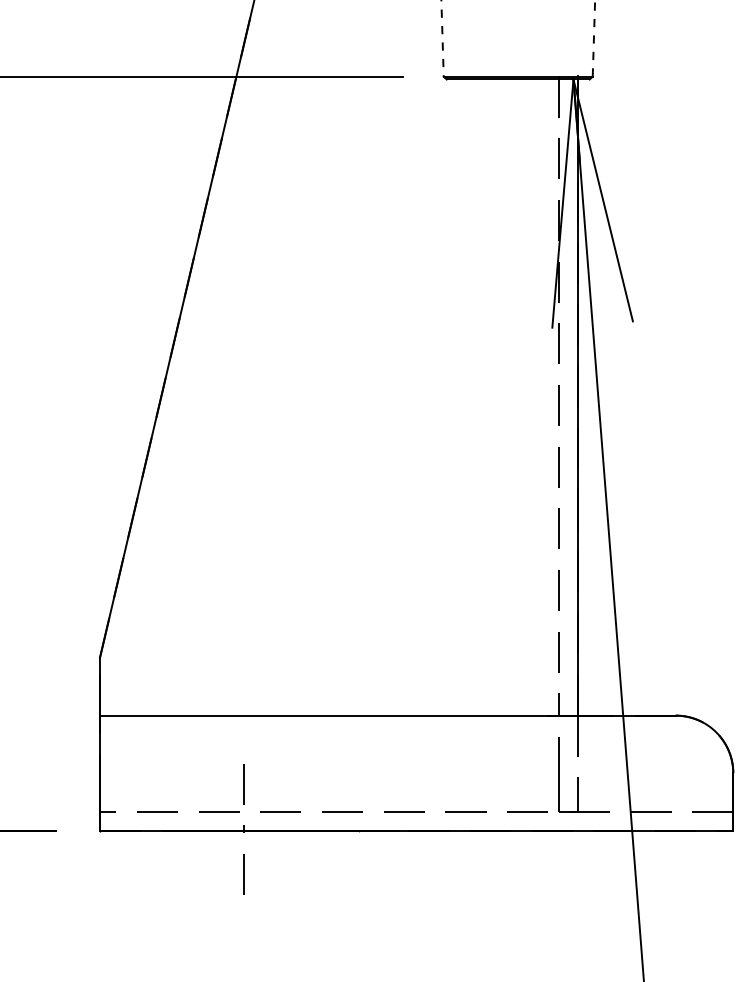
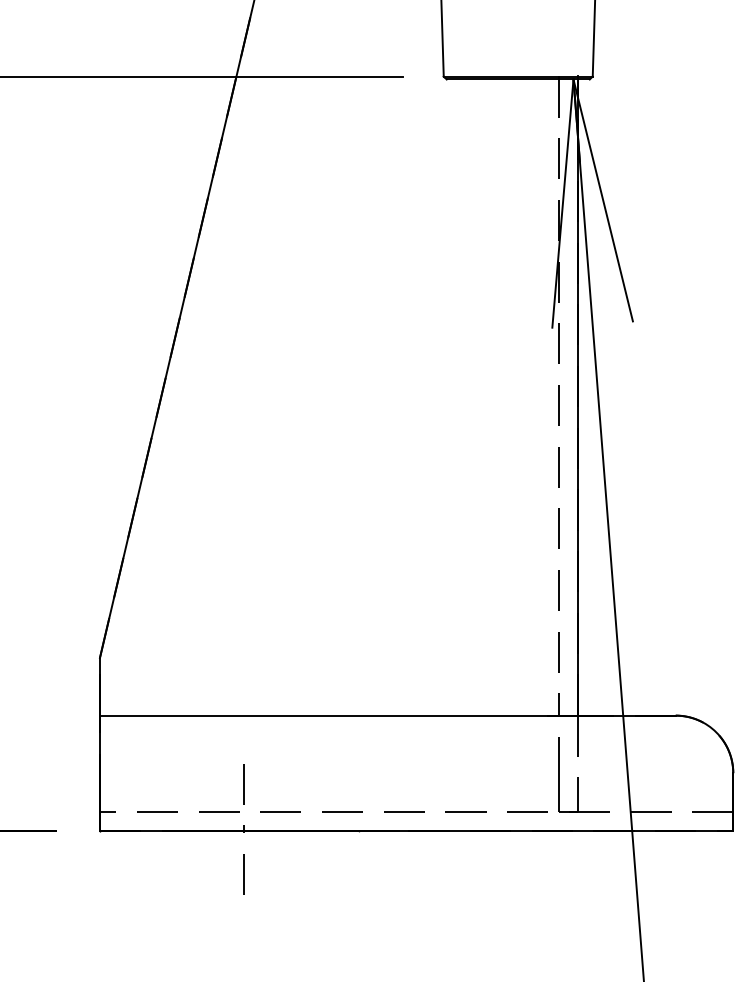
line at (593, 37): dashed -> solid
line at (442, 38): dashed -> solid
